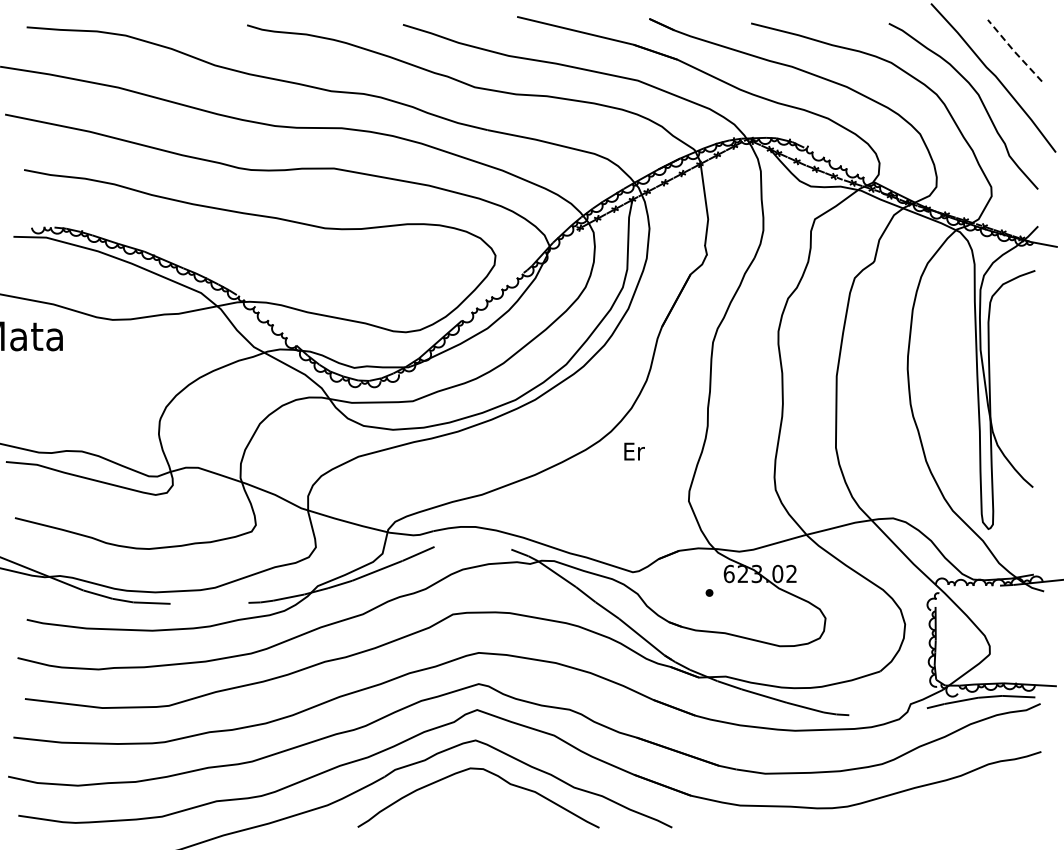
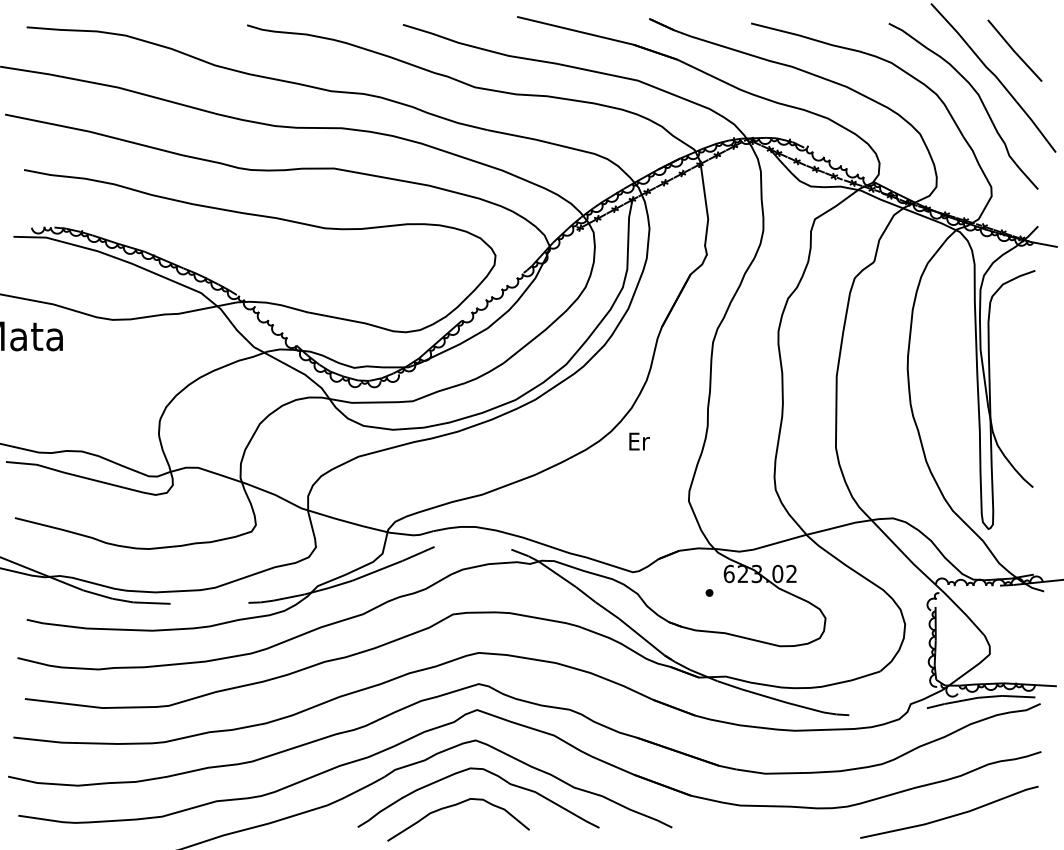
line at (1014, 51): dashed -> solid
text at (634, 451) position: (634, 451) -> (639, 441)
curve at (453, 806): none -> present
line at (950, 815): none -> present
